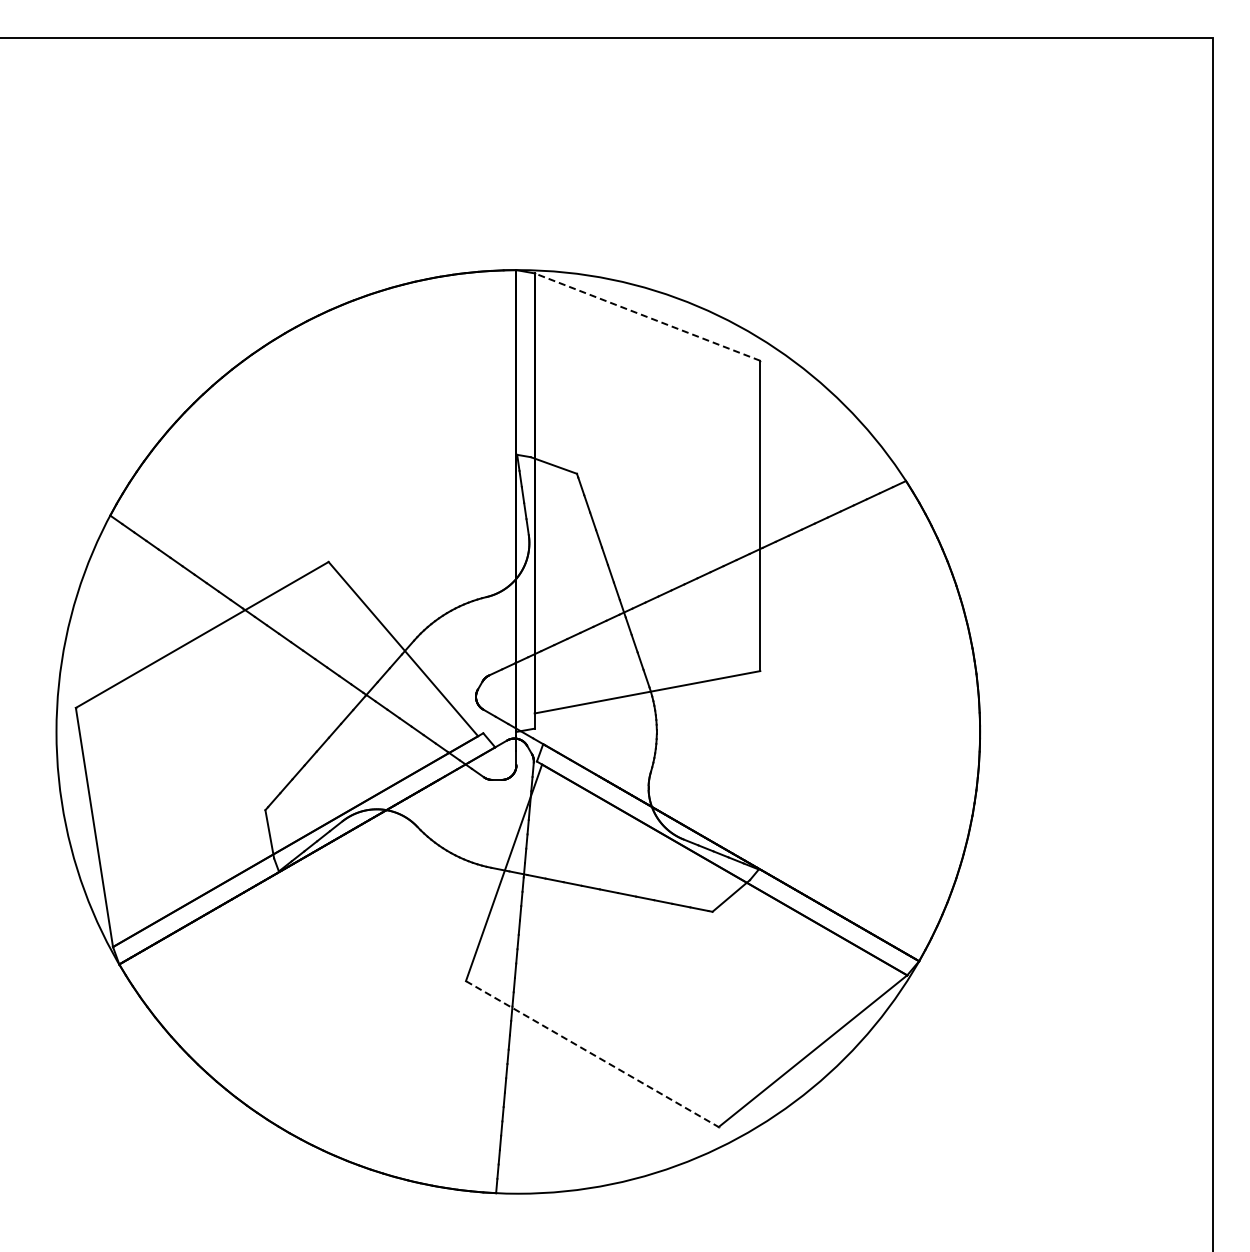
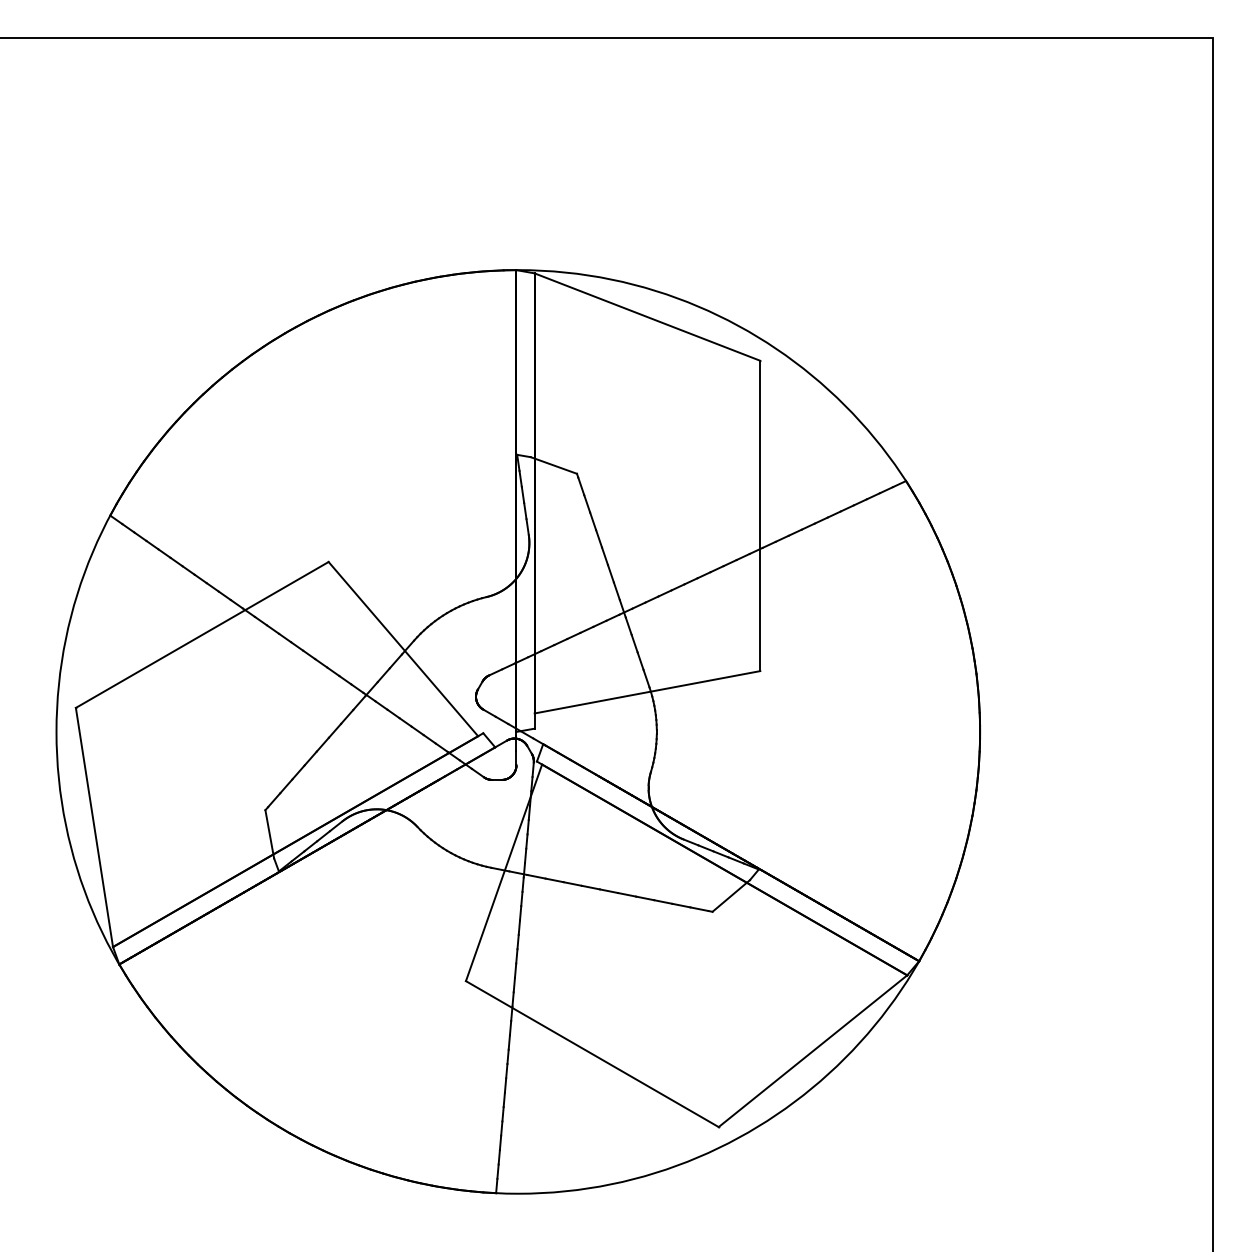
line at (647, 317): dashed -> solid
line at (592, 1054): dashed -> solid
